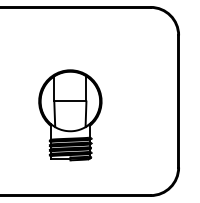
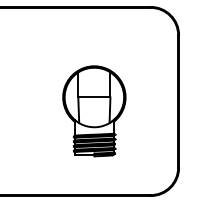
part at (70, 115) position: (70, 115) -> (94, 111)
